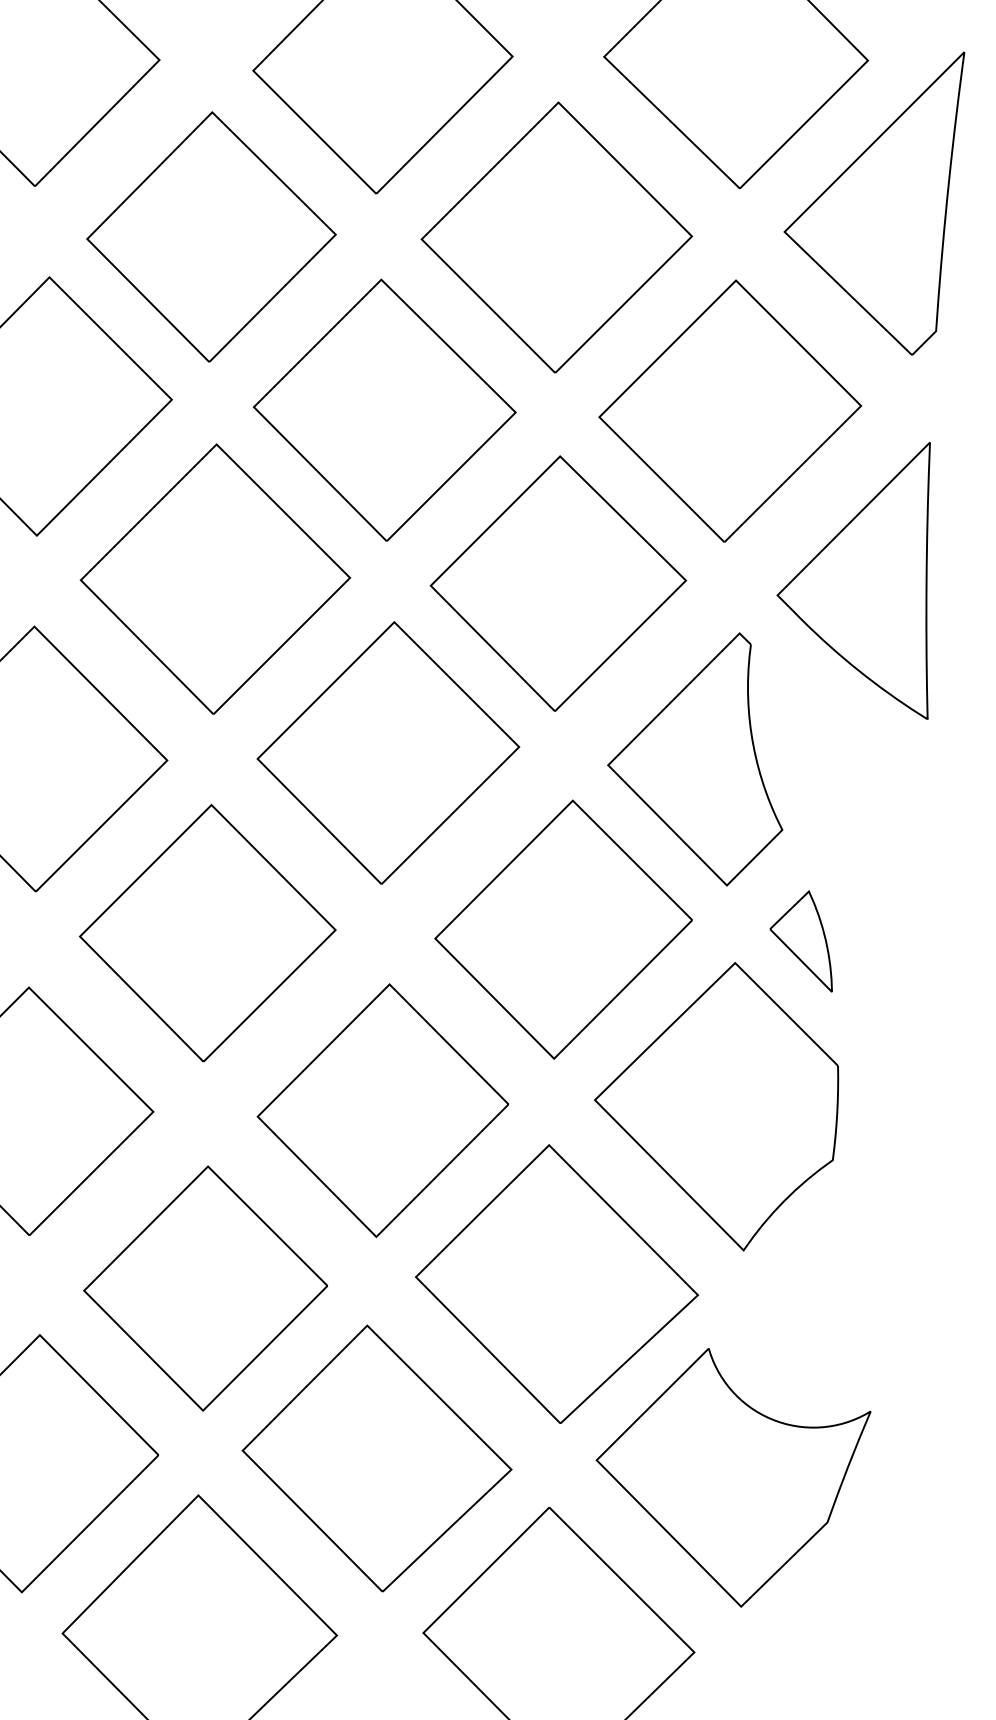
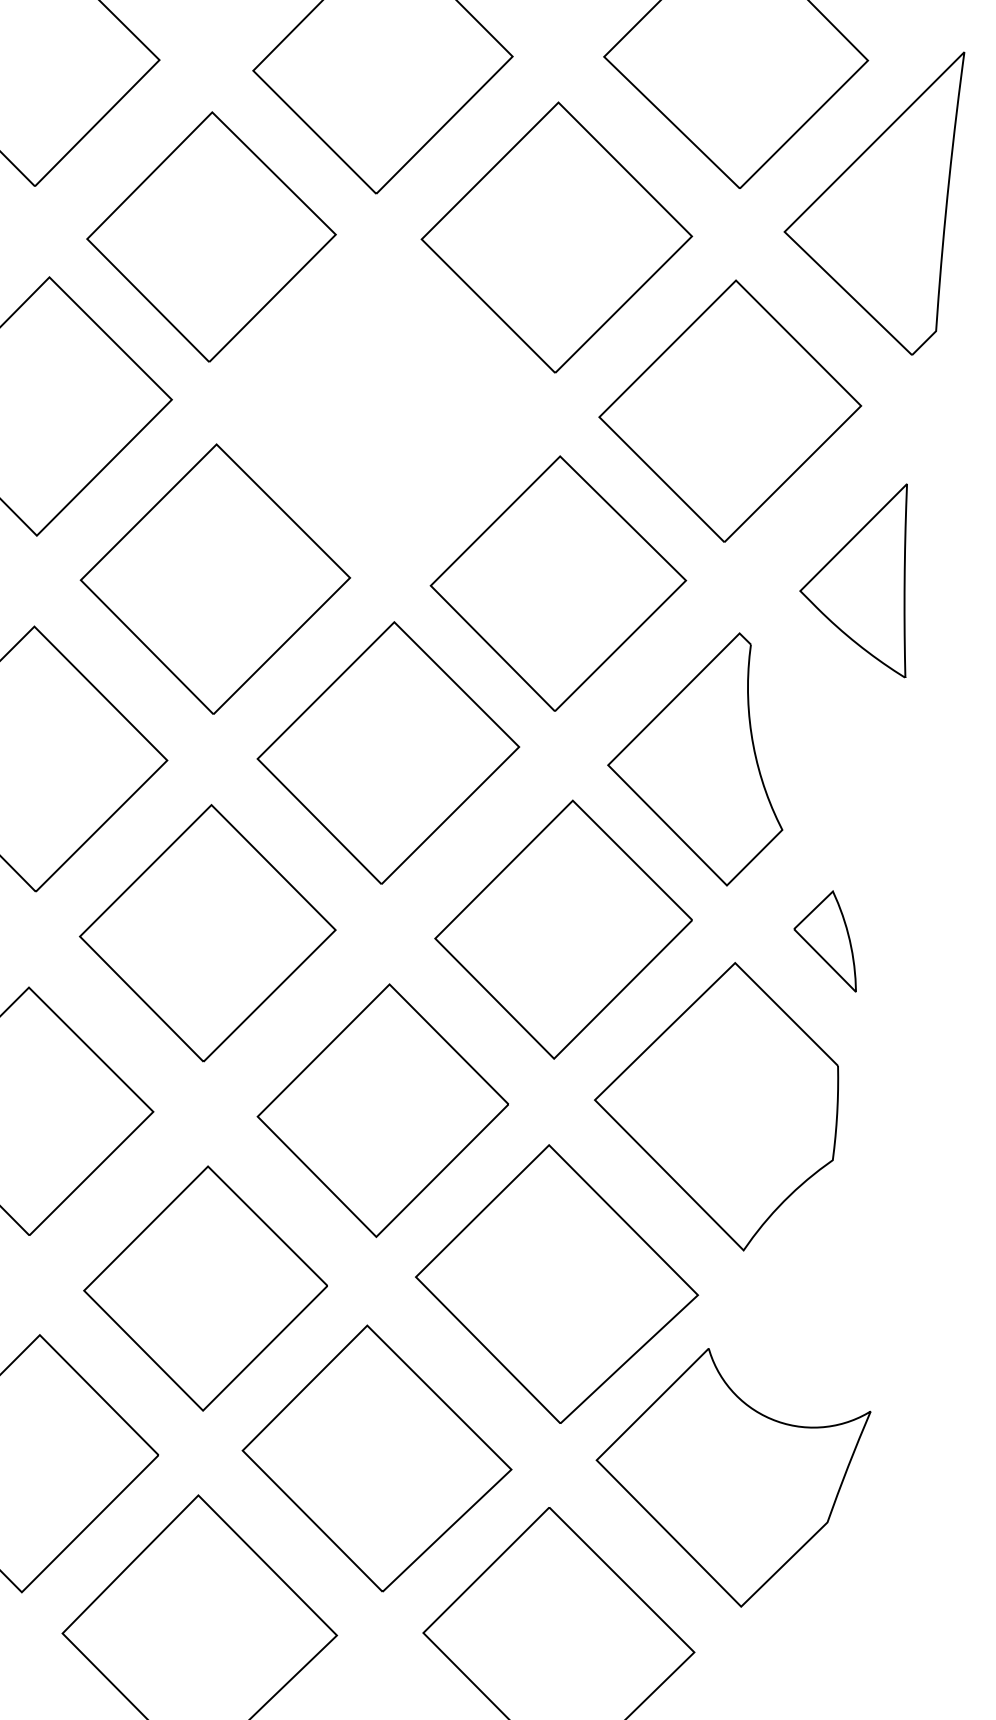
part at (384, 409): present -> none
part at (853, 580) size: 155x278 px -> 109x196 px
part at (800, 941) position: (800, 941) -> (824, 941)
